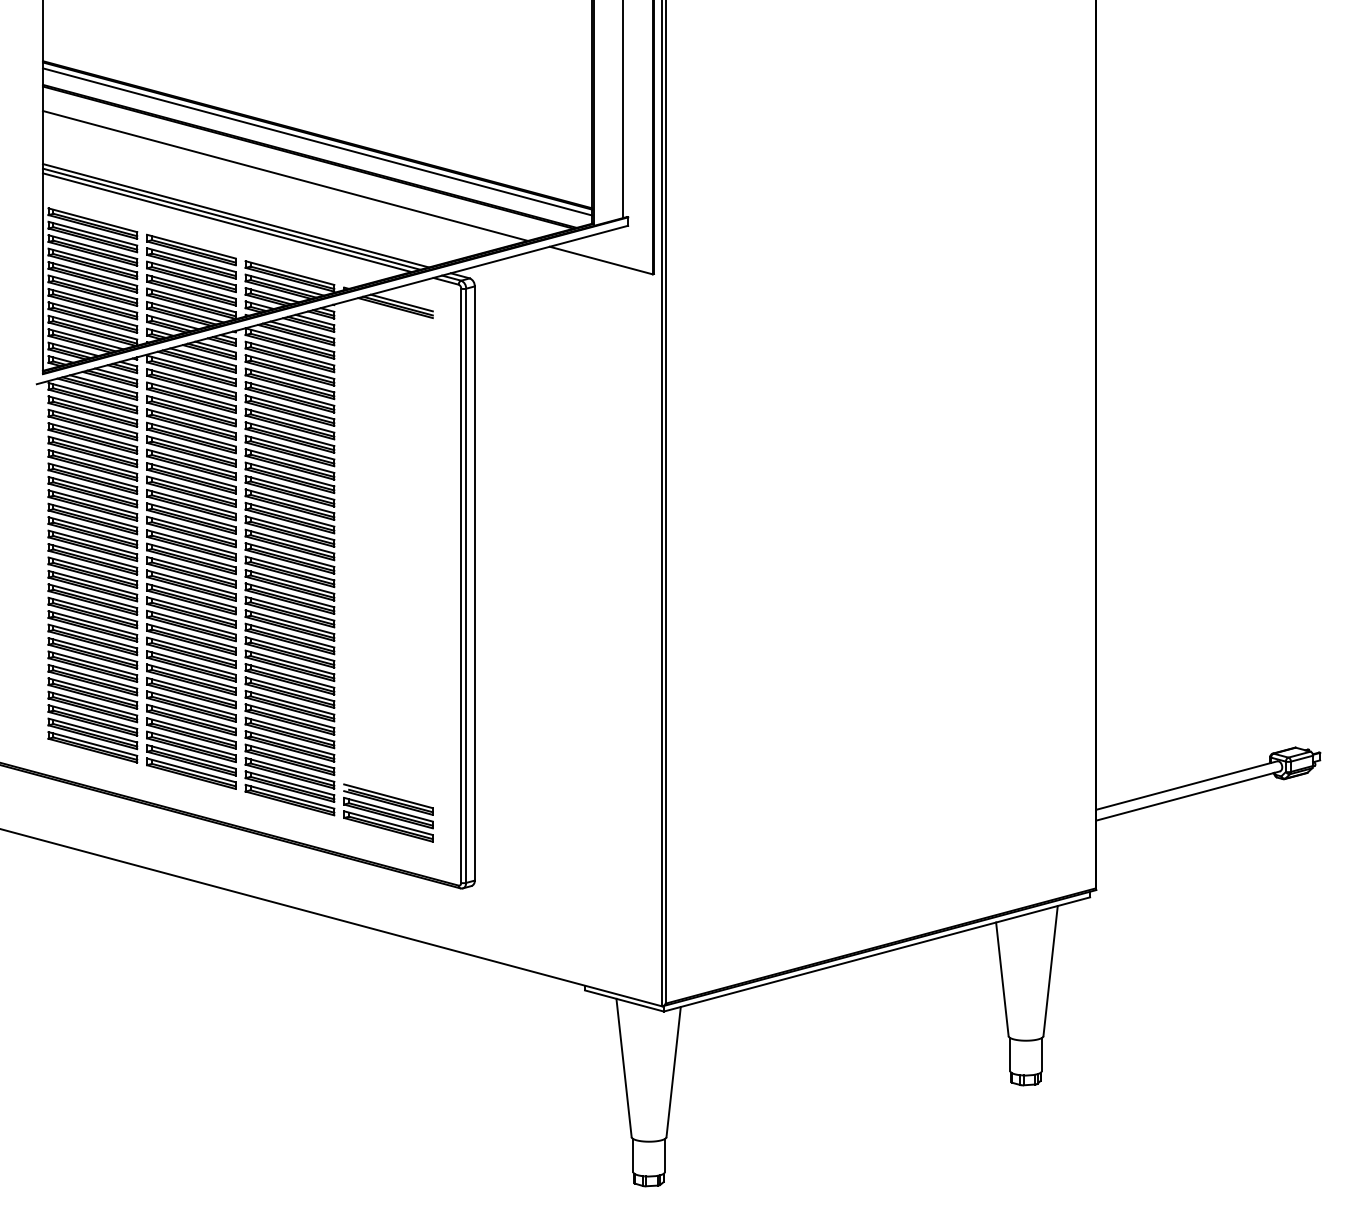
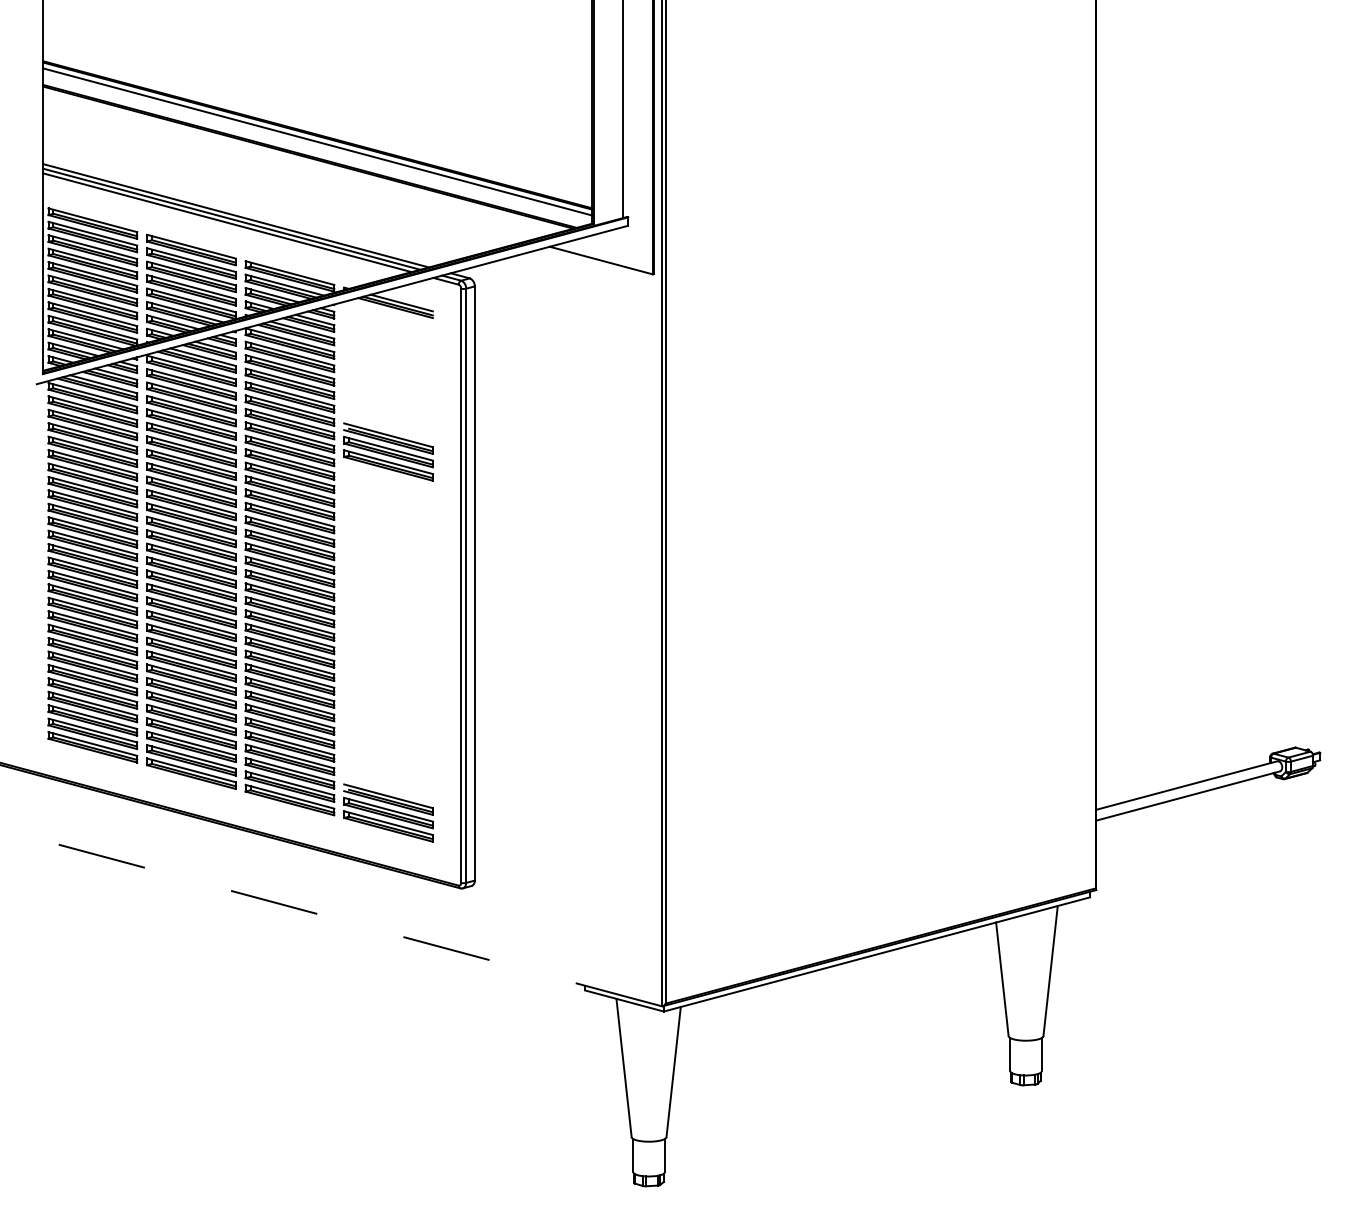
line at (285, 175): present -> none
part at (388, 451): none -> present
line at (330, 917): solid -> dashed
